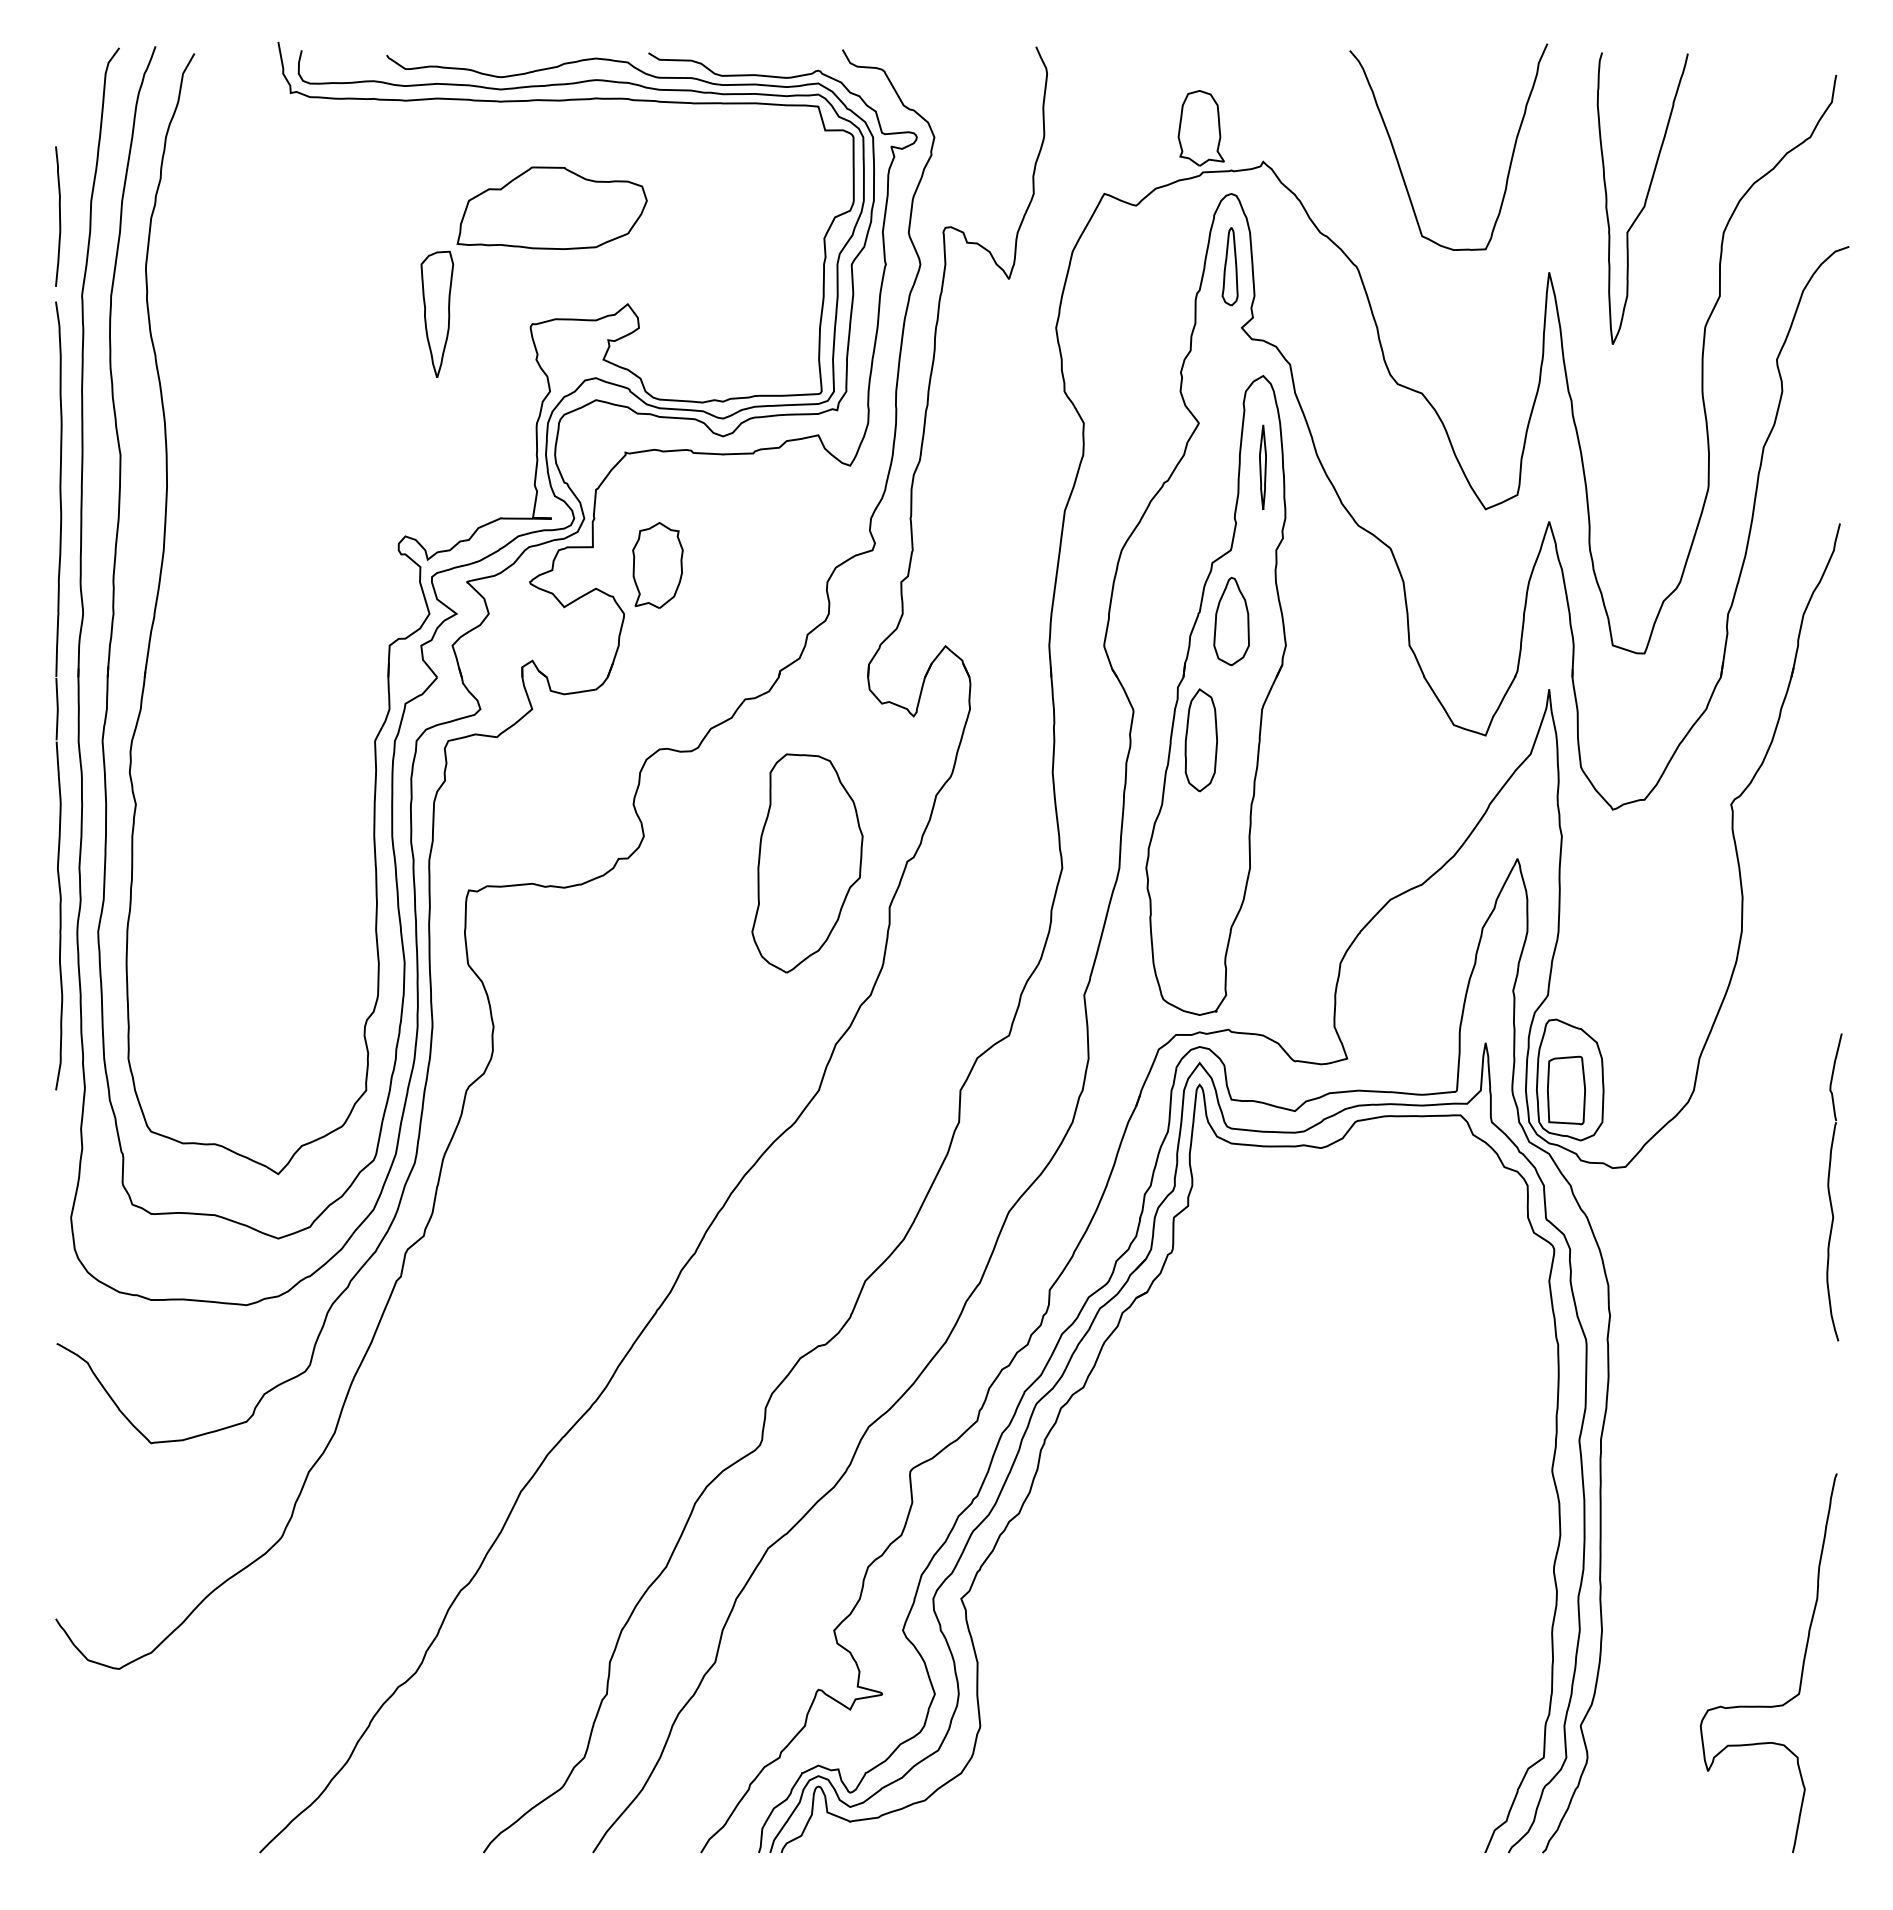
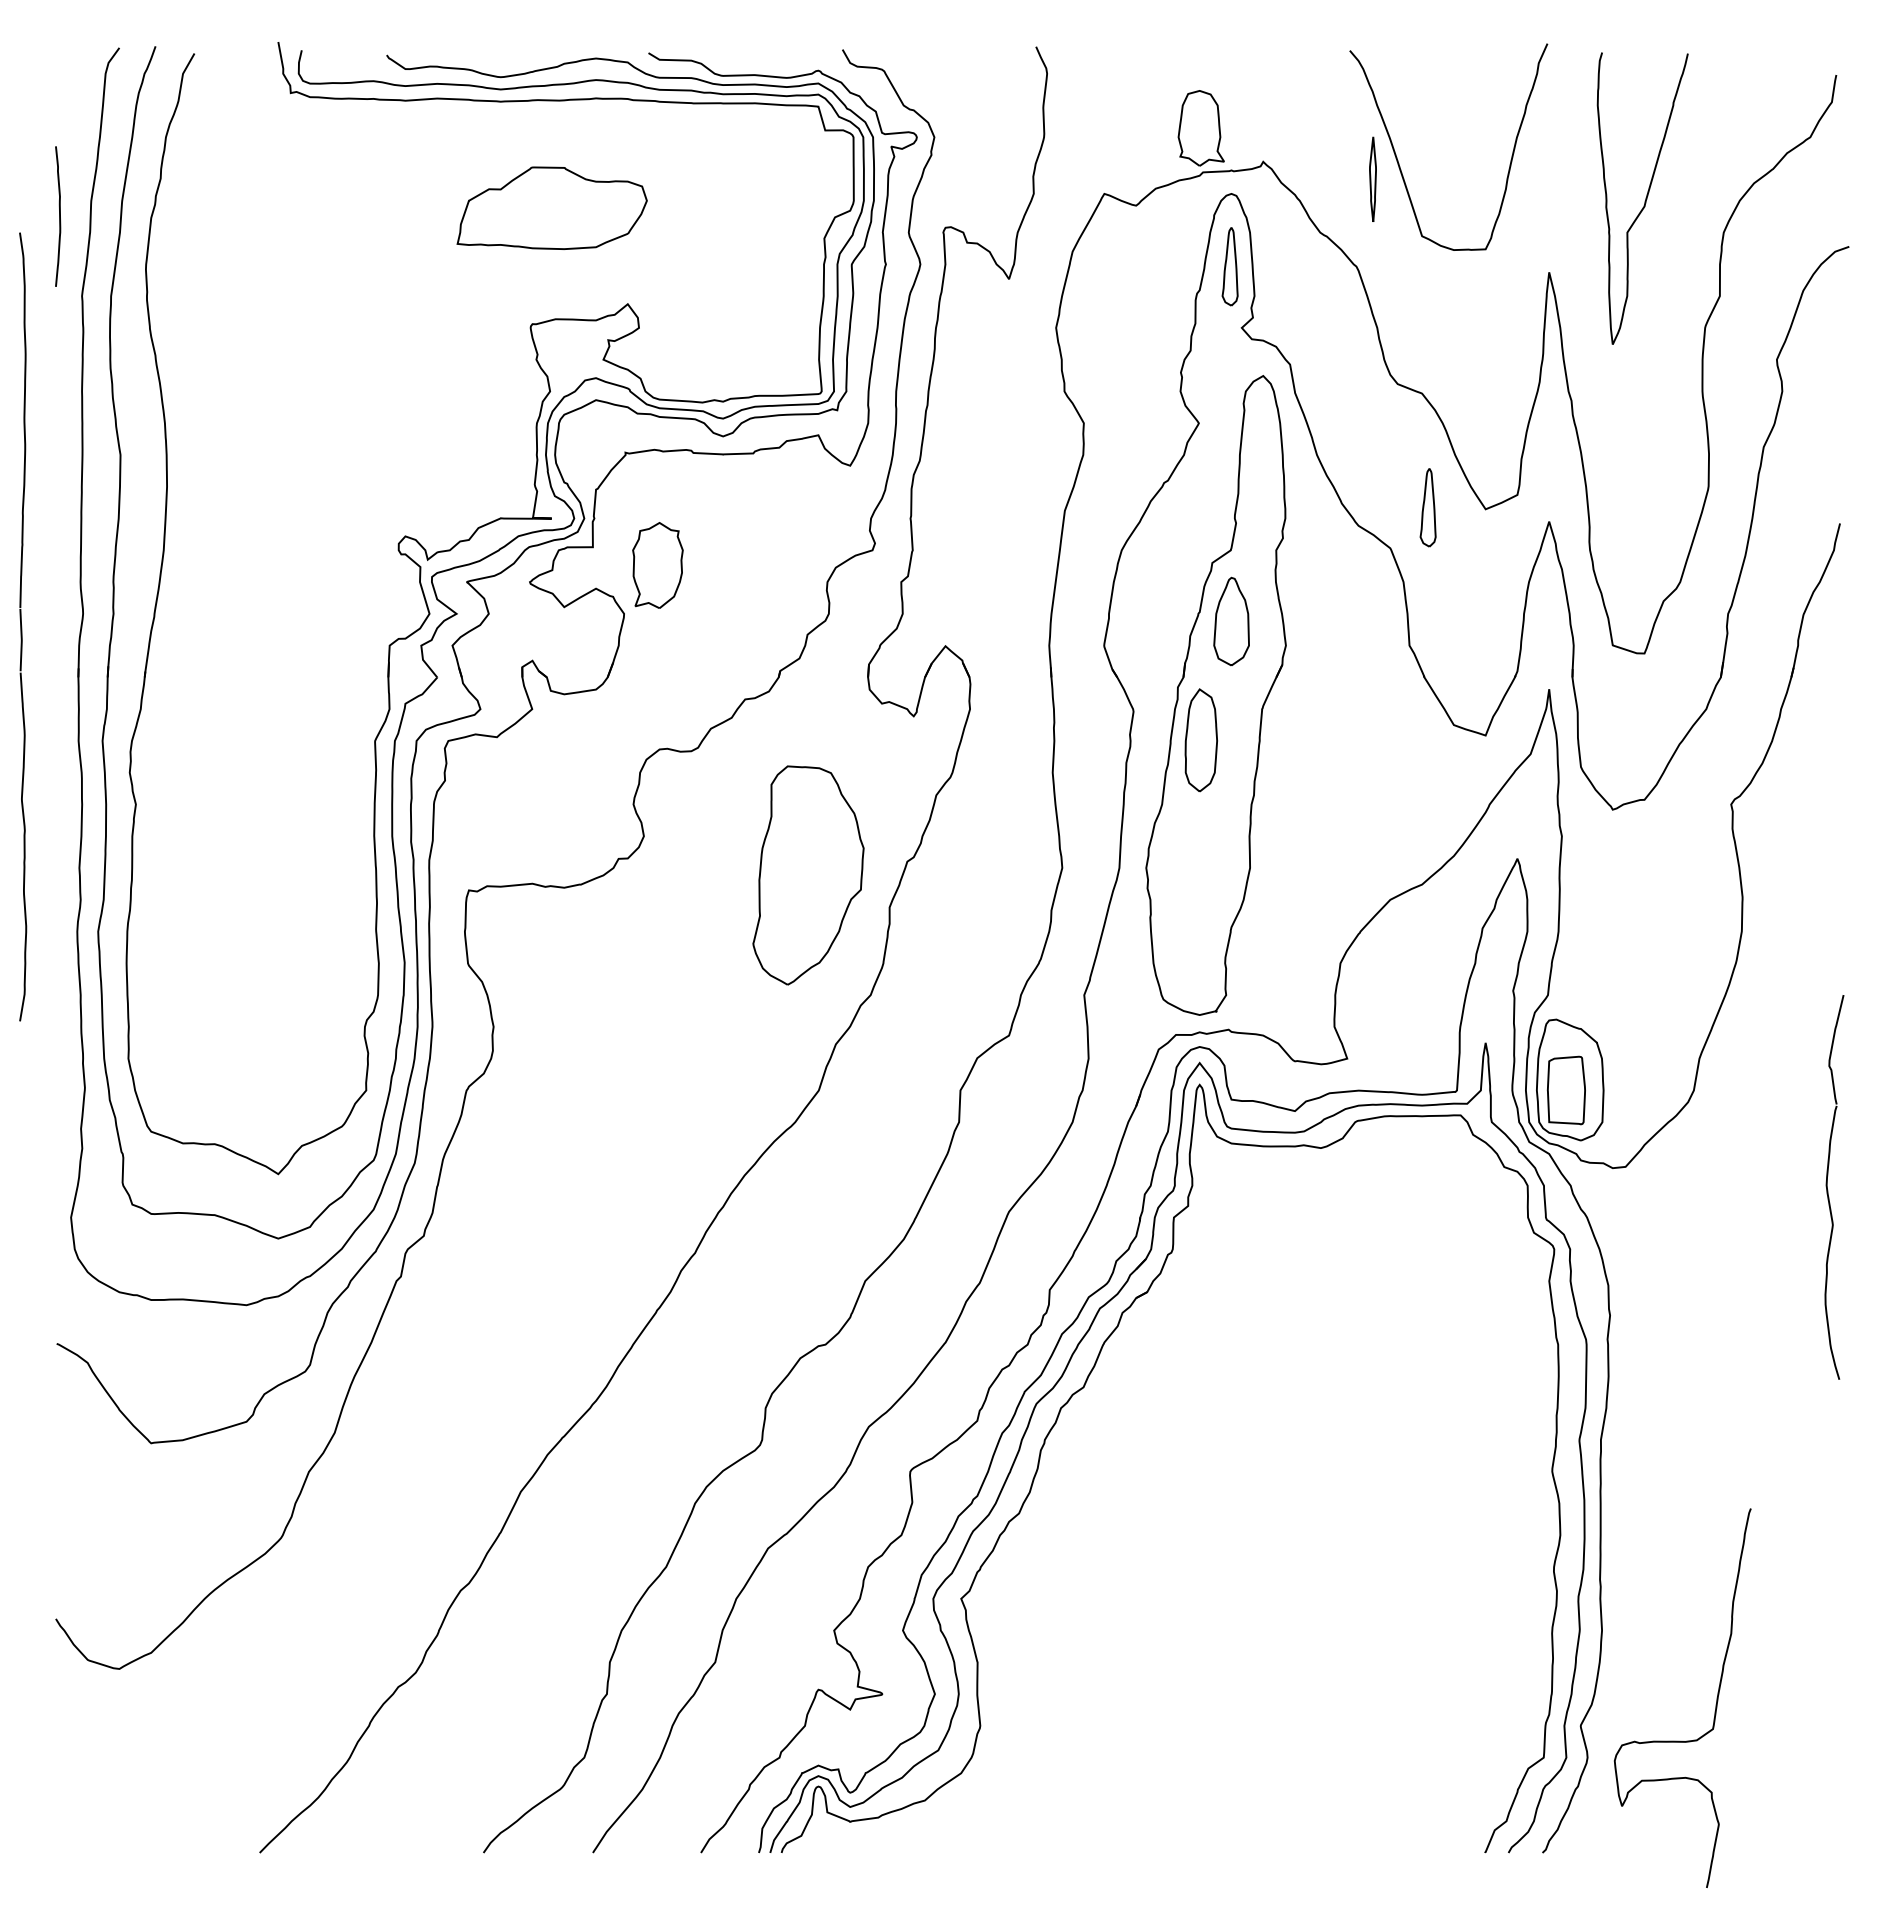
part at (437, 313): present -> none
part at (1262, 466) position: (1262, 466) -> (1372, 178)
part at (1427, 507): none -> present
part at (59, 695) position: (59, 695) -> (23, 626)
part at (807, 863) position: (807, 863) -> (808, 875)
part at (1834, 1187) size: 17x309 px -> 21x385 px
curve at (1801, 1669) position: (1801, 1669) -> (1715, 1704)
